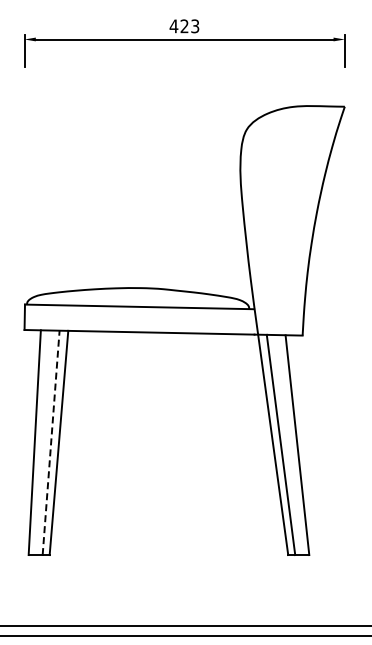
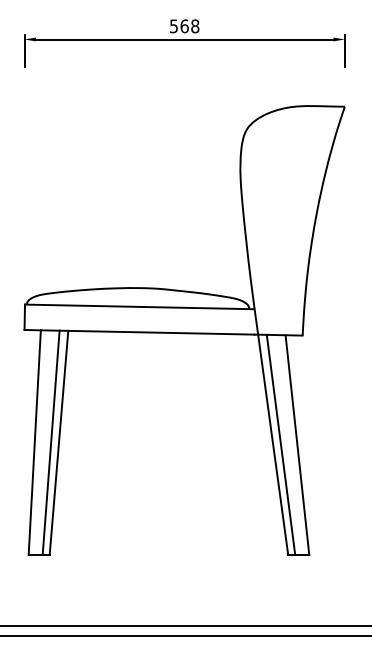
text at (184, 26): 423 -> 568
line at (51, 442): dashed -> solid
